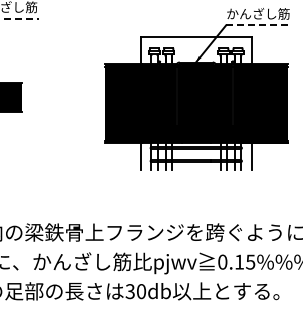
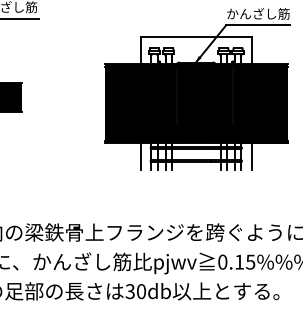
line at (20, 18): dashed -> solid
line at (257, 25): dashed -> solid
